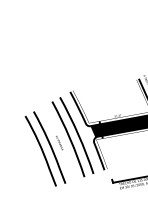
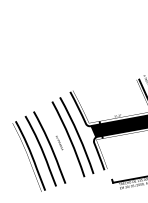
part at (28, 156): none -> present
